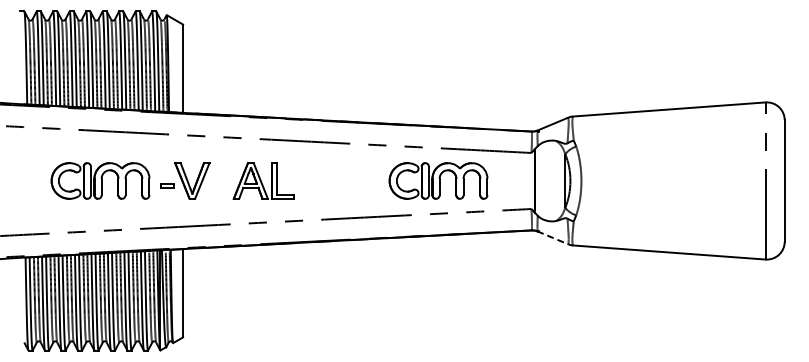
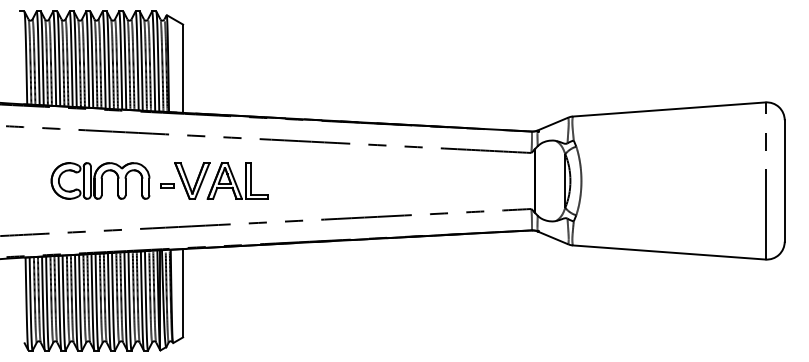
part at (263, 180) position: (263, 180) -> (237, 180)
part at (438, 180): present -> none
line at (553, 237): dashed -> solid
